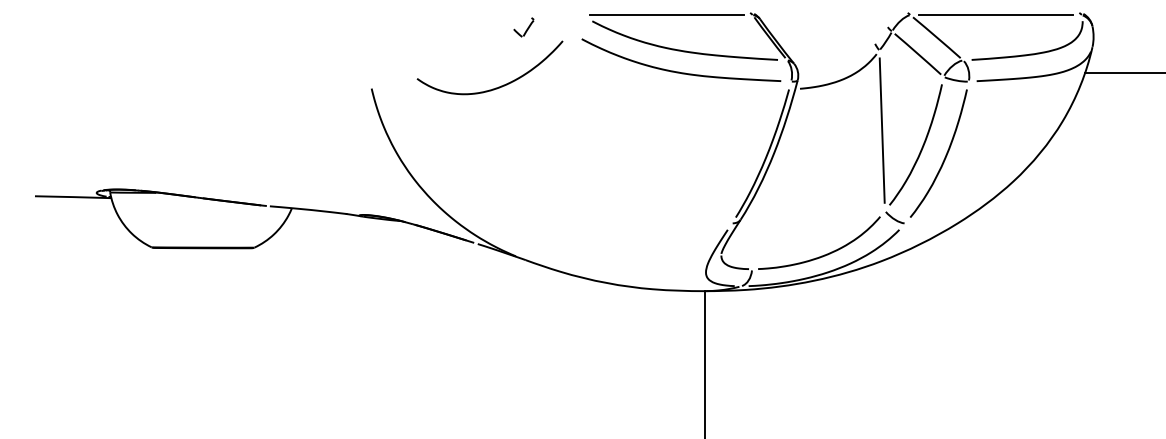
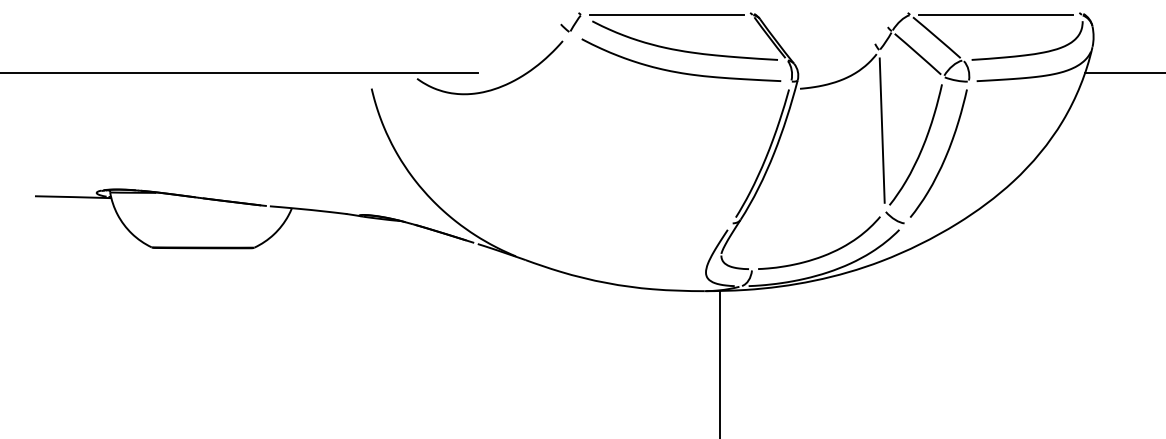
part at (523, 27) position: (523, 27) -> (570, 22)
line at (240, 73): none -> present
line at (704, 363) position: (704, 363) -> (719, 363)
